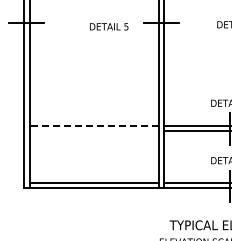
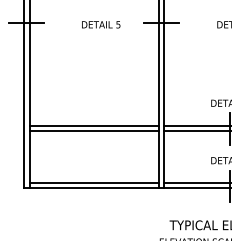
text at (109, 26) position: (109, 26) -> (101, 24)
line at (94, 125): dashed -> solid
line at (93, 131): none -> present
